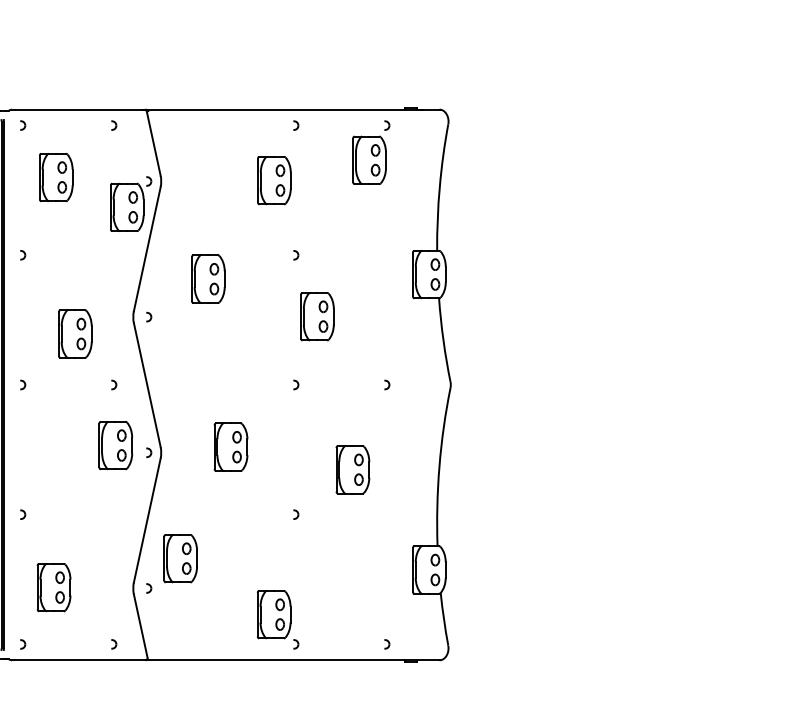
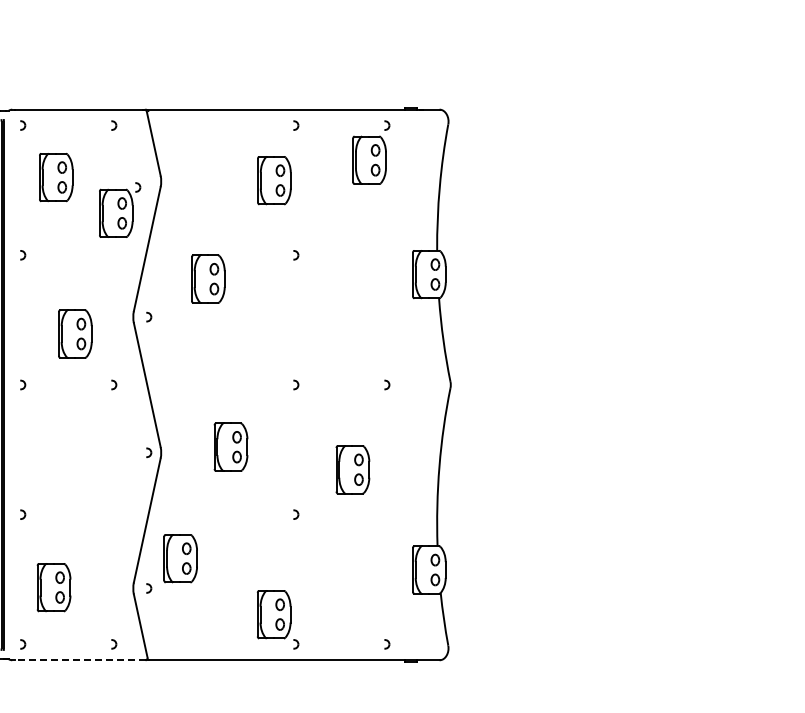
part at (131, 203) position: (131, 203) -> (120, 209)
part at (317, 316): present -> none
part at (115, 445): present -> none
line at (79, 660): solid -> dashed
